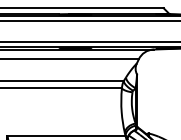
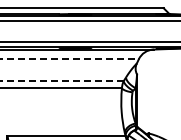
line at (69, 59): solid -> dashed
line at (61, 81): solid -> dashed
